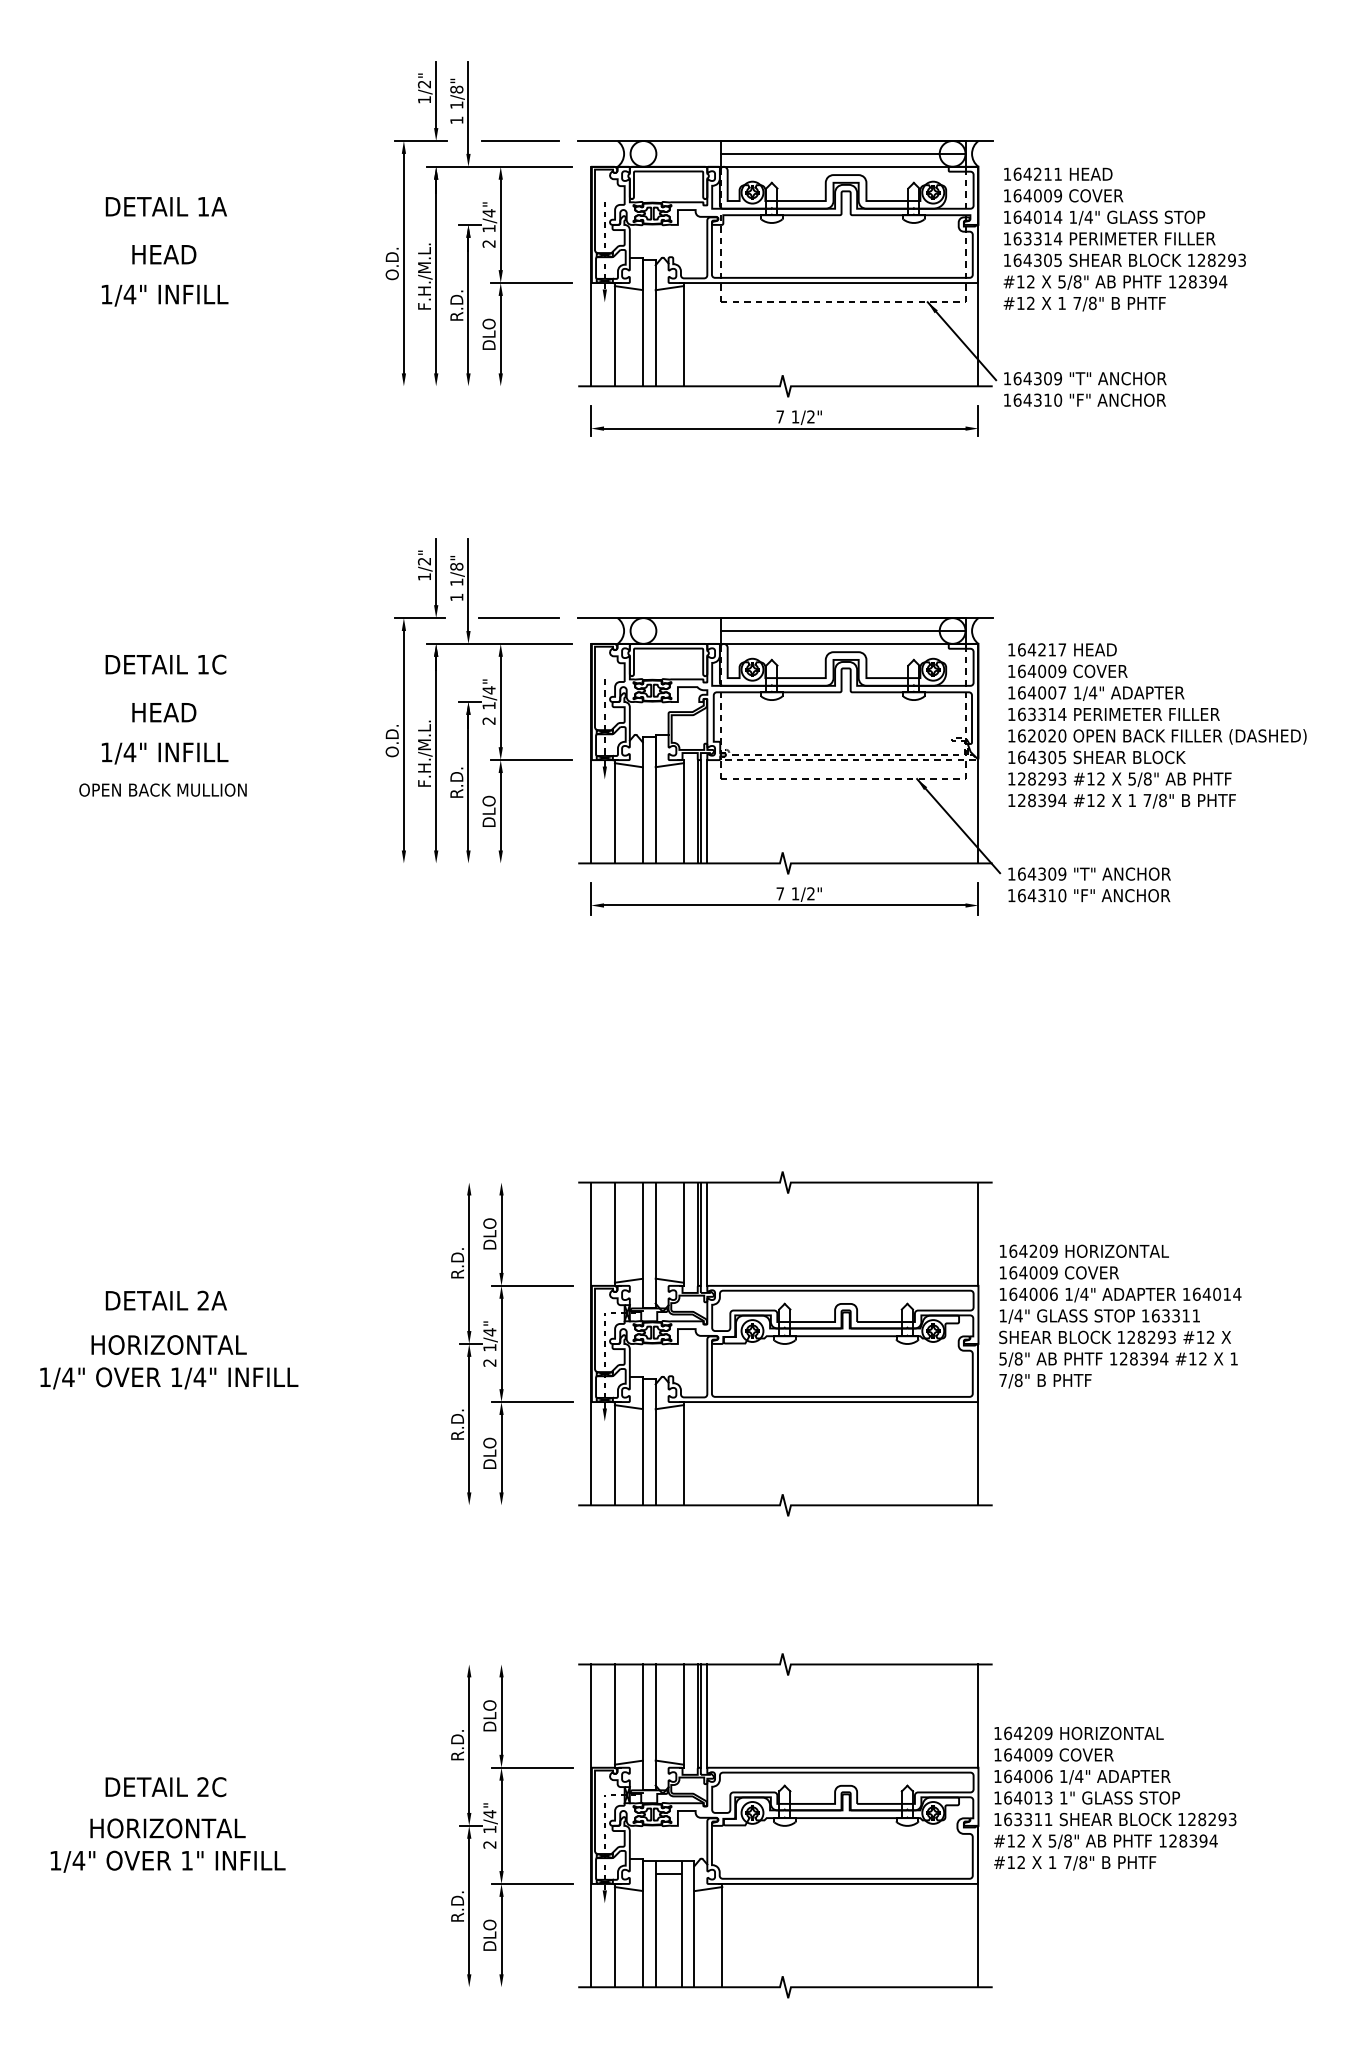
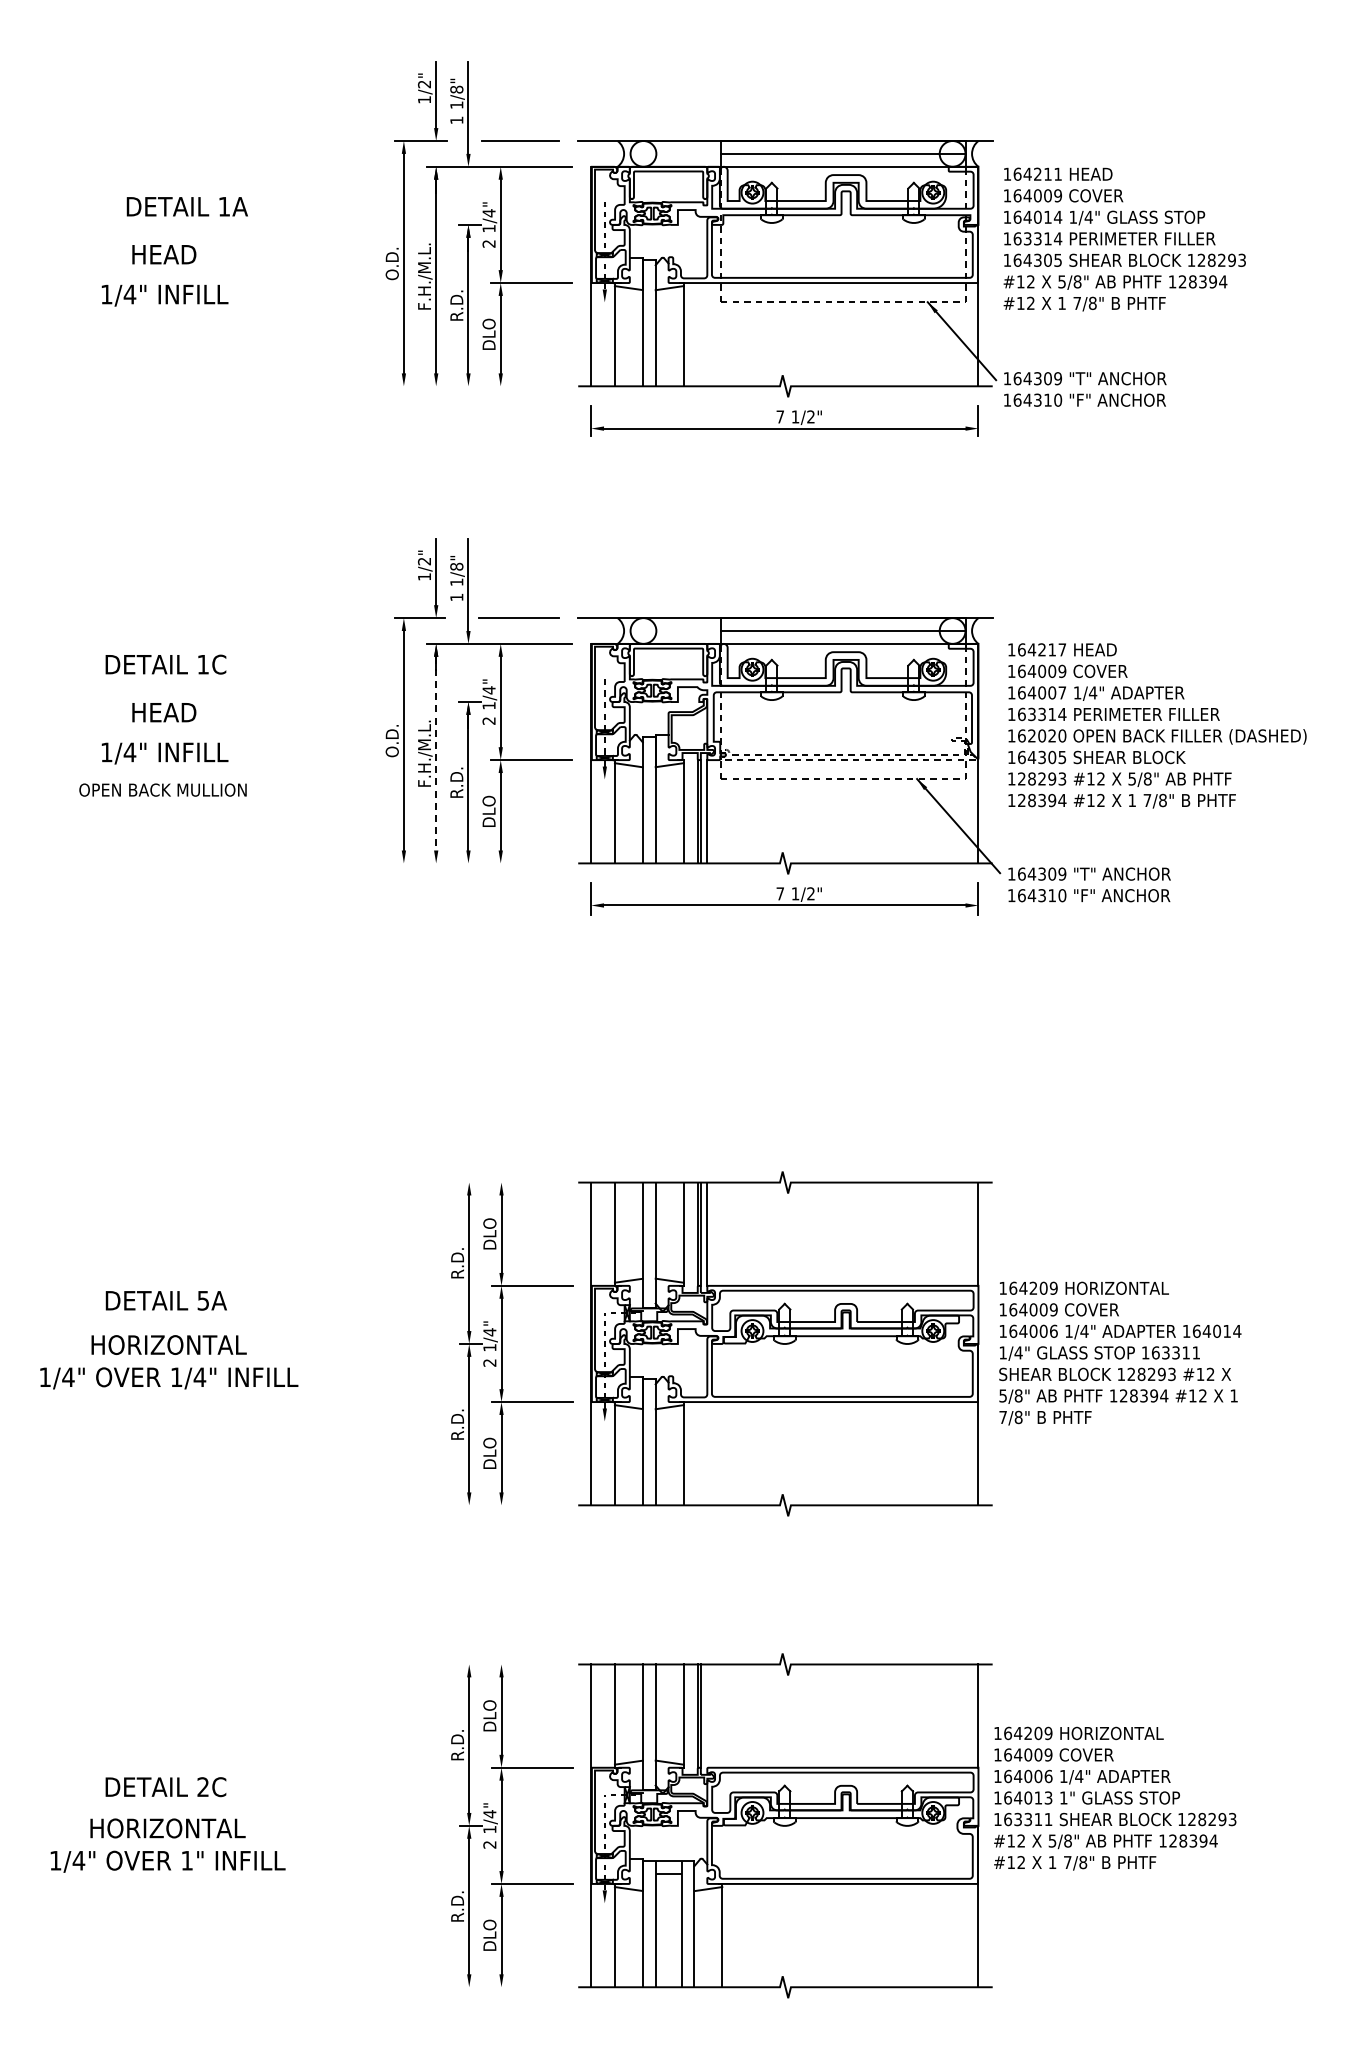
text at (165, 206) position: (165, 206) -> (186, 206)
line at (436, 753): solid -> dashed
text at (202, 1300): 2A -> 5A
text at (1120, 1316) position: (1120, 1316) -> (1120, 1353)
line at (707, 1715): present -> none
